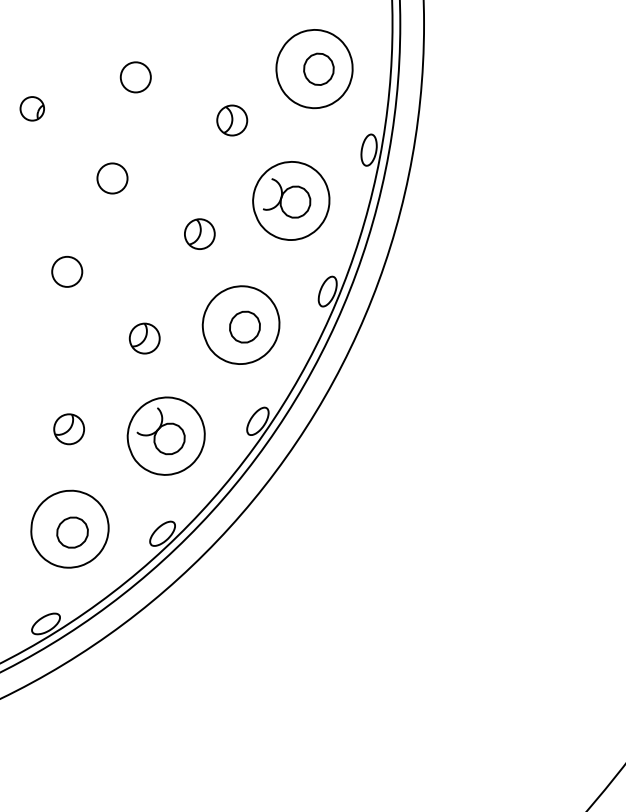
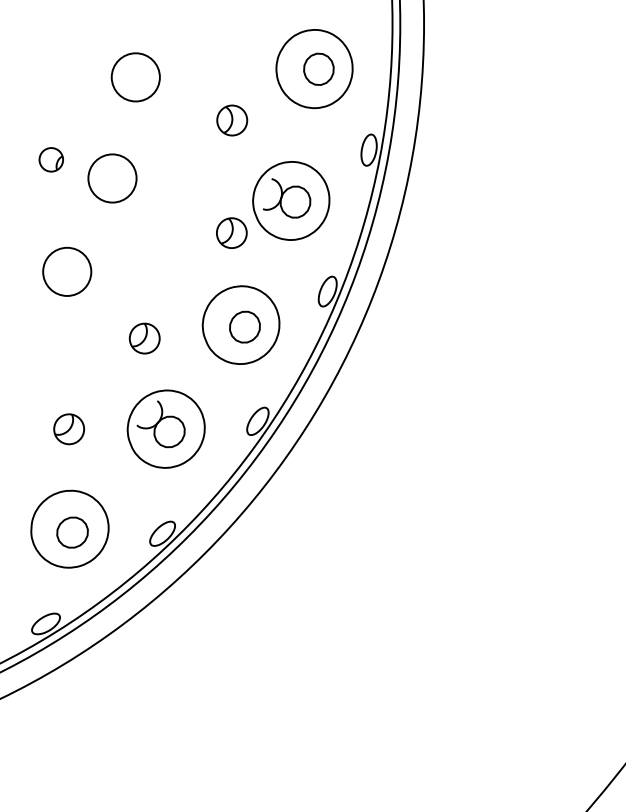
circle at (135, 77) diameter: 30 px -> 48 px
part at (31, 108) position: (31, 108) -> (50, 159)
circle at (112, 178) diameter: 30 px -> 48 px
part at (199, 233) position: (199, 233) -> (231, 232)
circle at (67, 271) diameter: 30 px -> 48 px
part at (165, 435) position: (165, 435) -> (165, 428)
